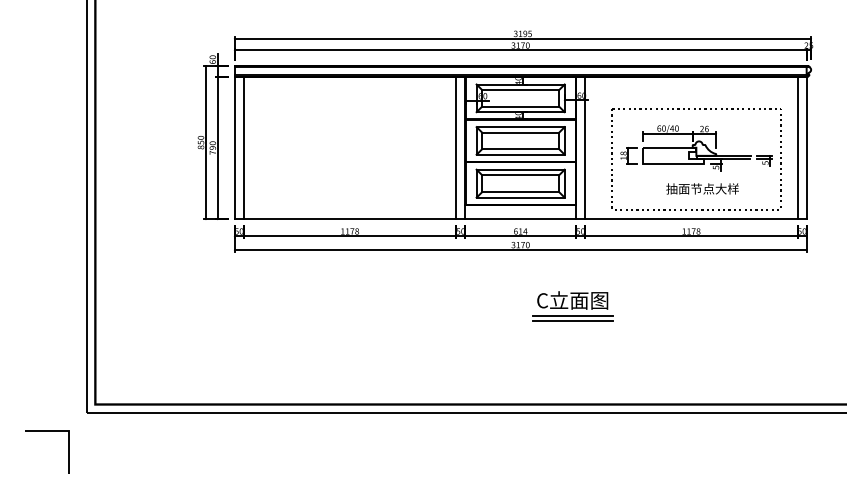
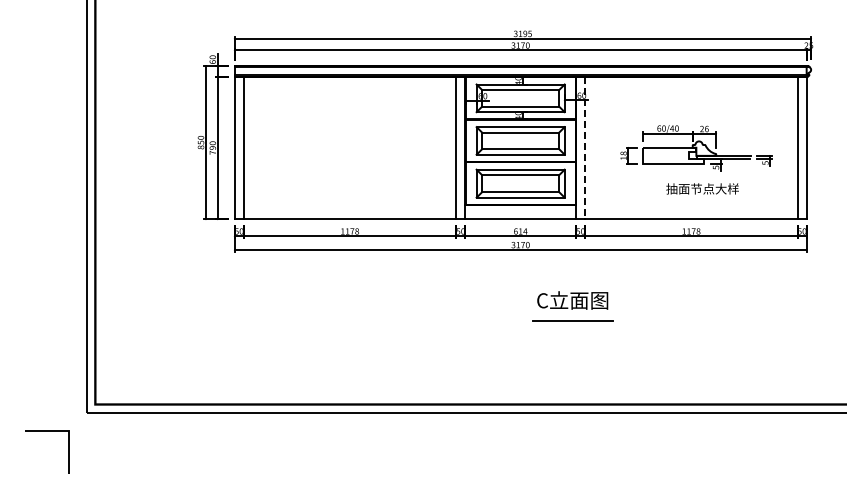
line at (585, 148): solid -> dashed
part at (696, 209): present -> none
line at (572, 315): present -> none
